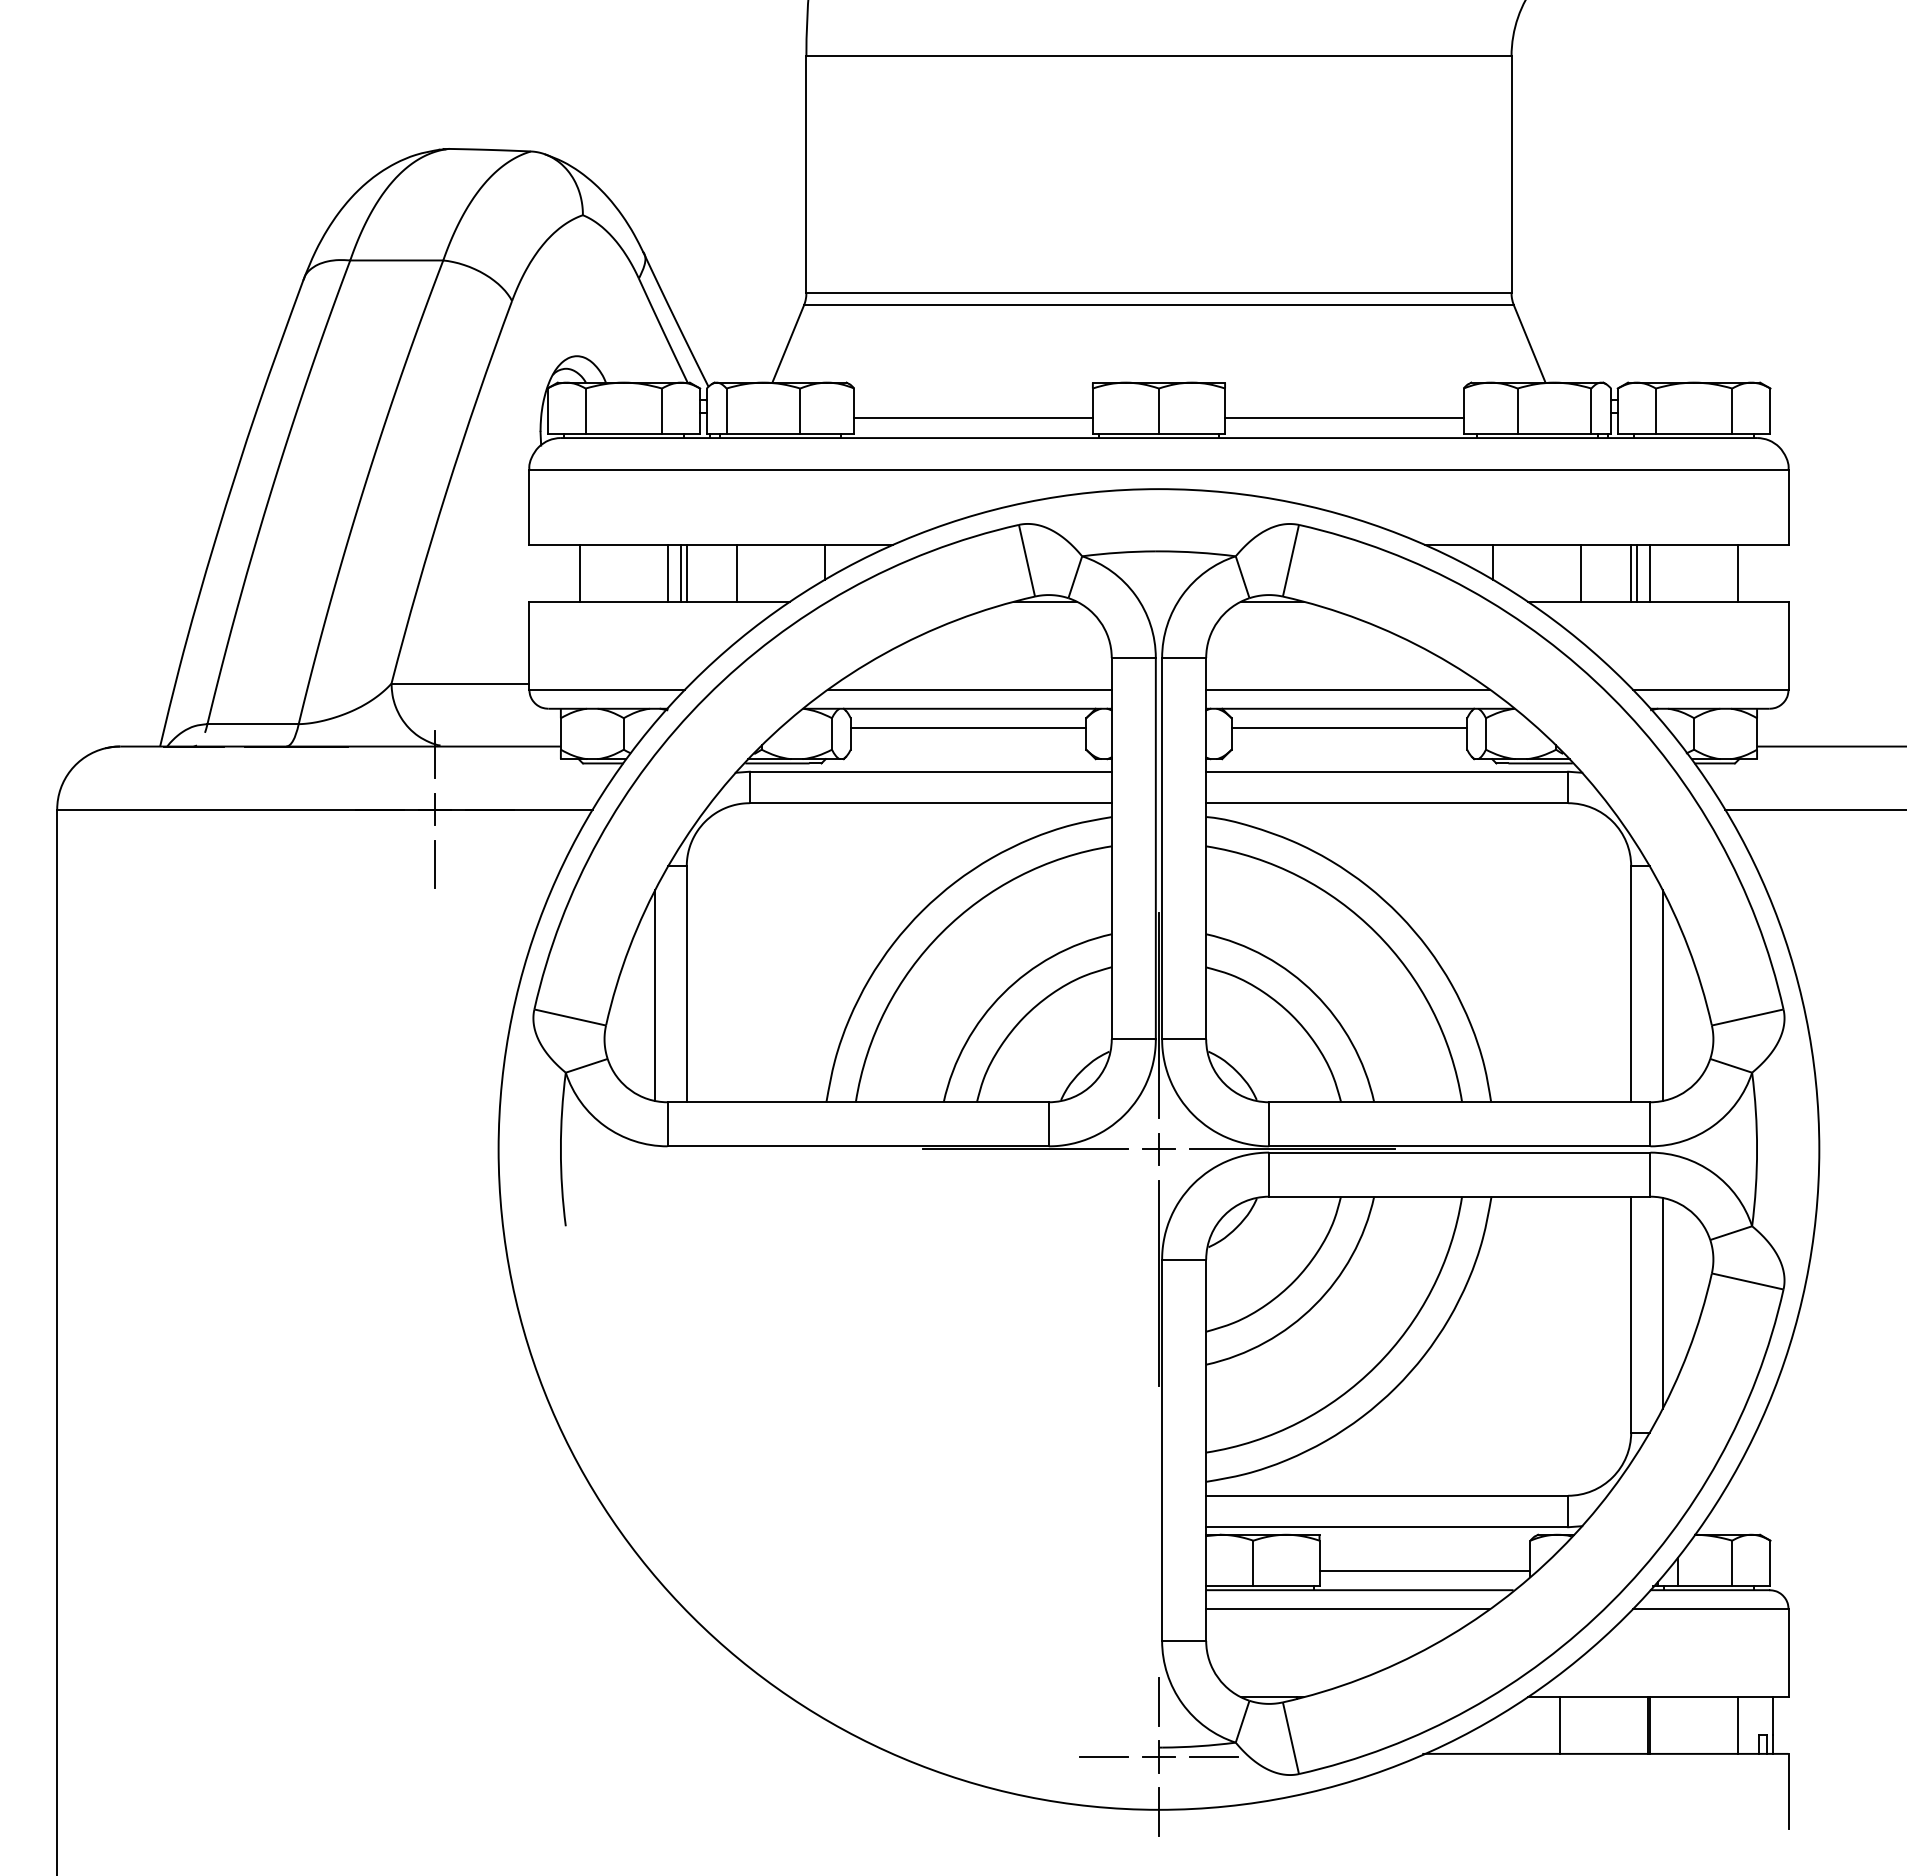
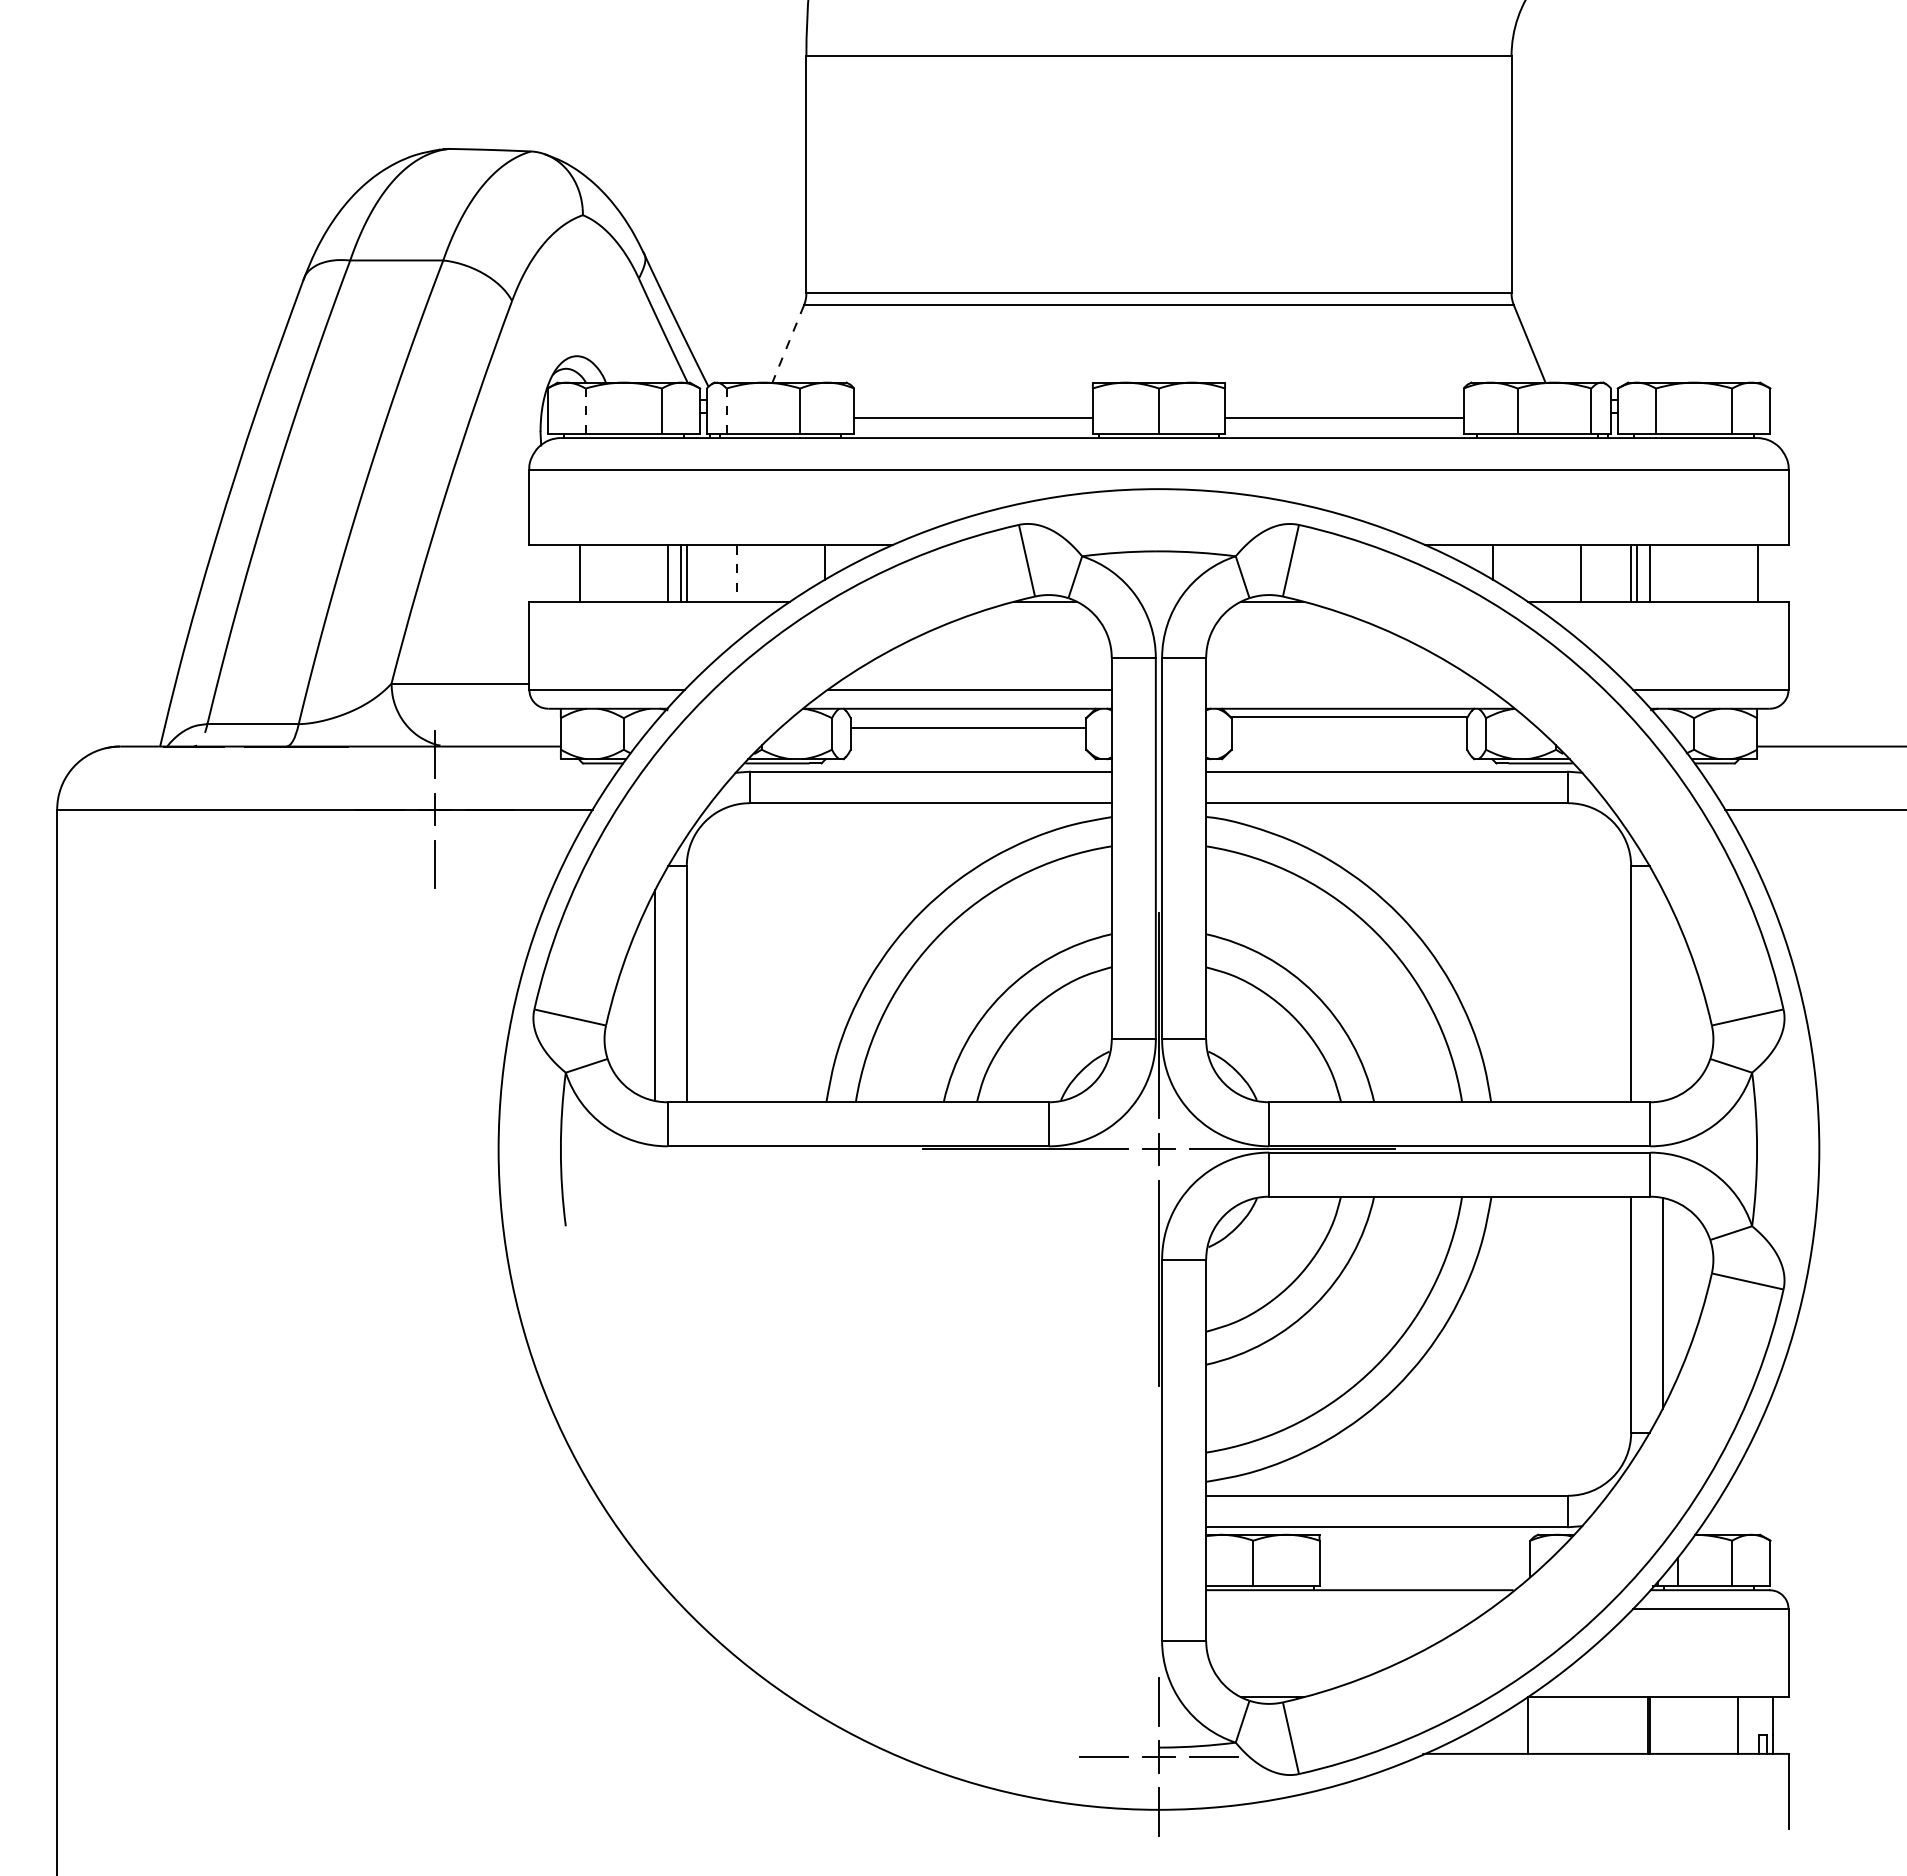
line at (788, 343): solid -> dashed
line at (585, 411): solid -> dashed
line at (726, 411): solid -> dashed
line at (736, 573): solid -> dashed
line at (1738, 573) position: (1738, 573) -> (1758, 573)
line at (1348, 689): present -> none
line at (1349, 727) position: (1349, 727) -> (1349, 716)
line at (1662, 995): present -> none
line at (1424, 1571): present -> none
line at (1348, 1609): present -> none
line at (1560, 1725) position: (1560, 1725) -> (1528, 1725)
